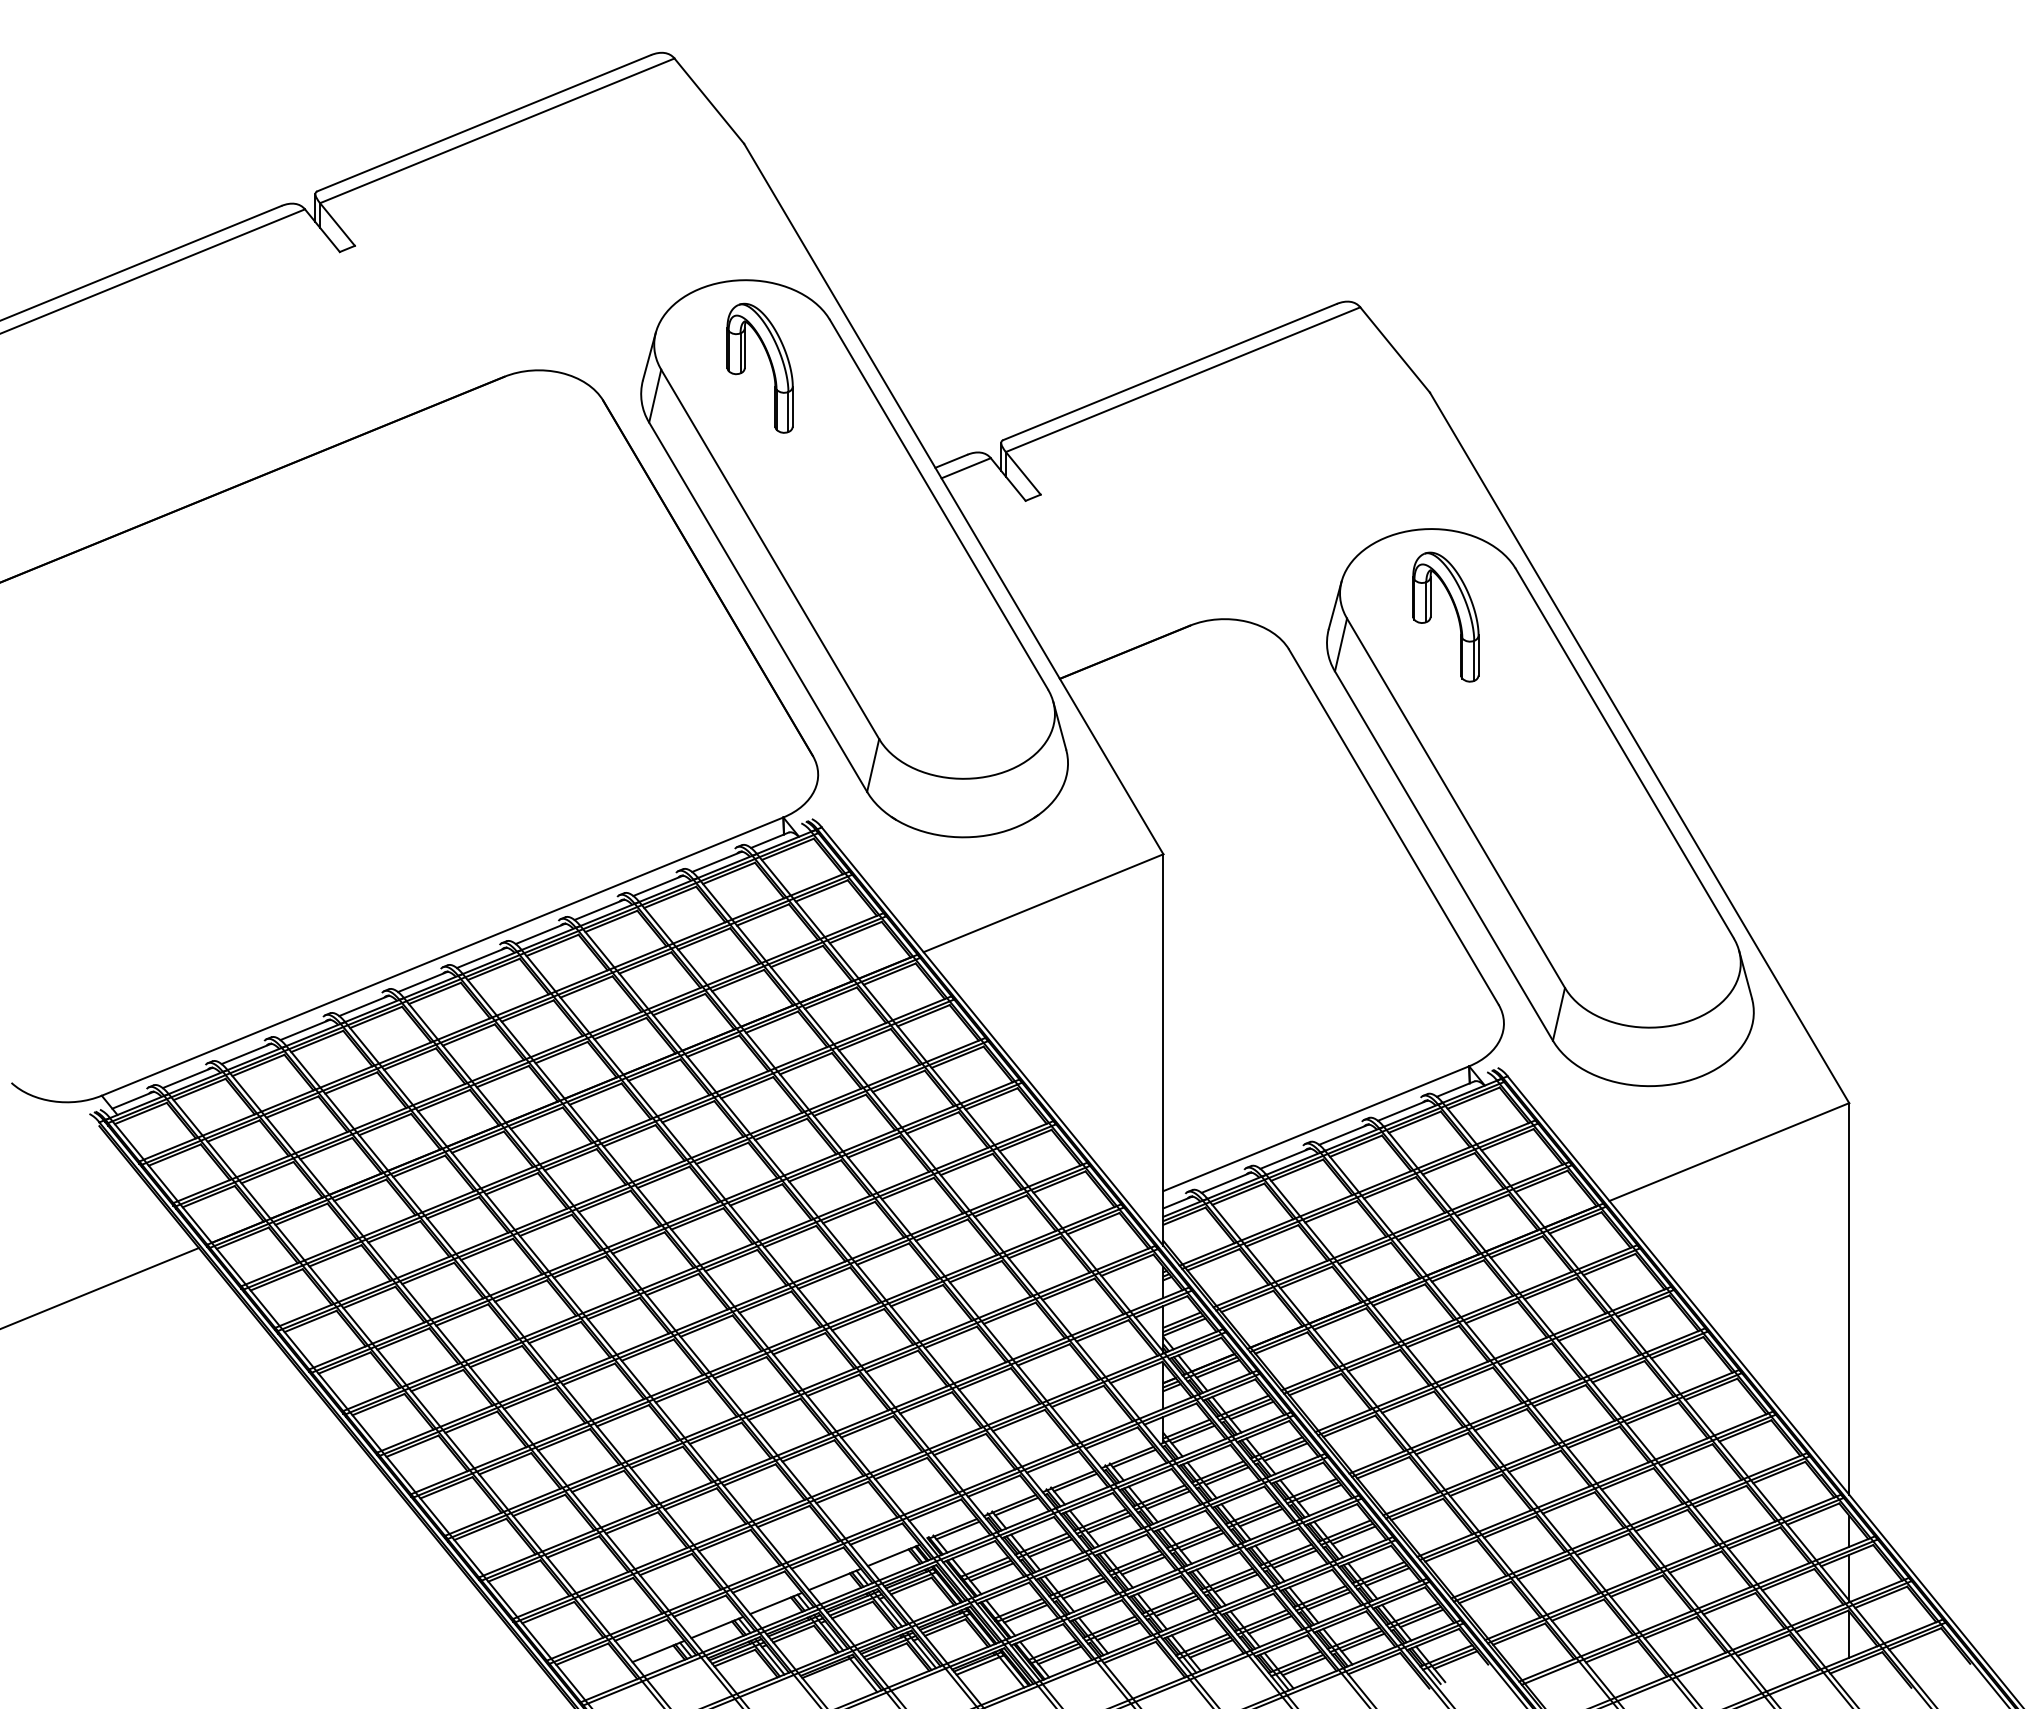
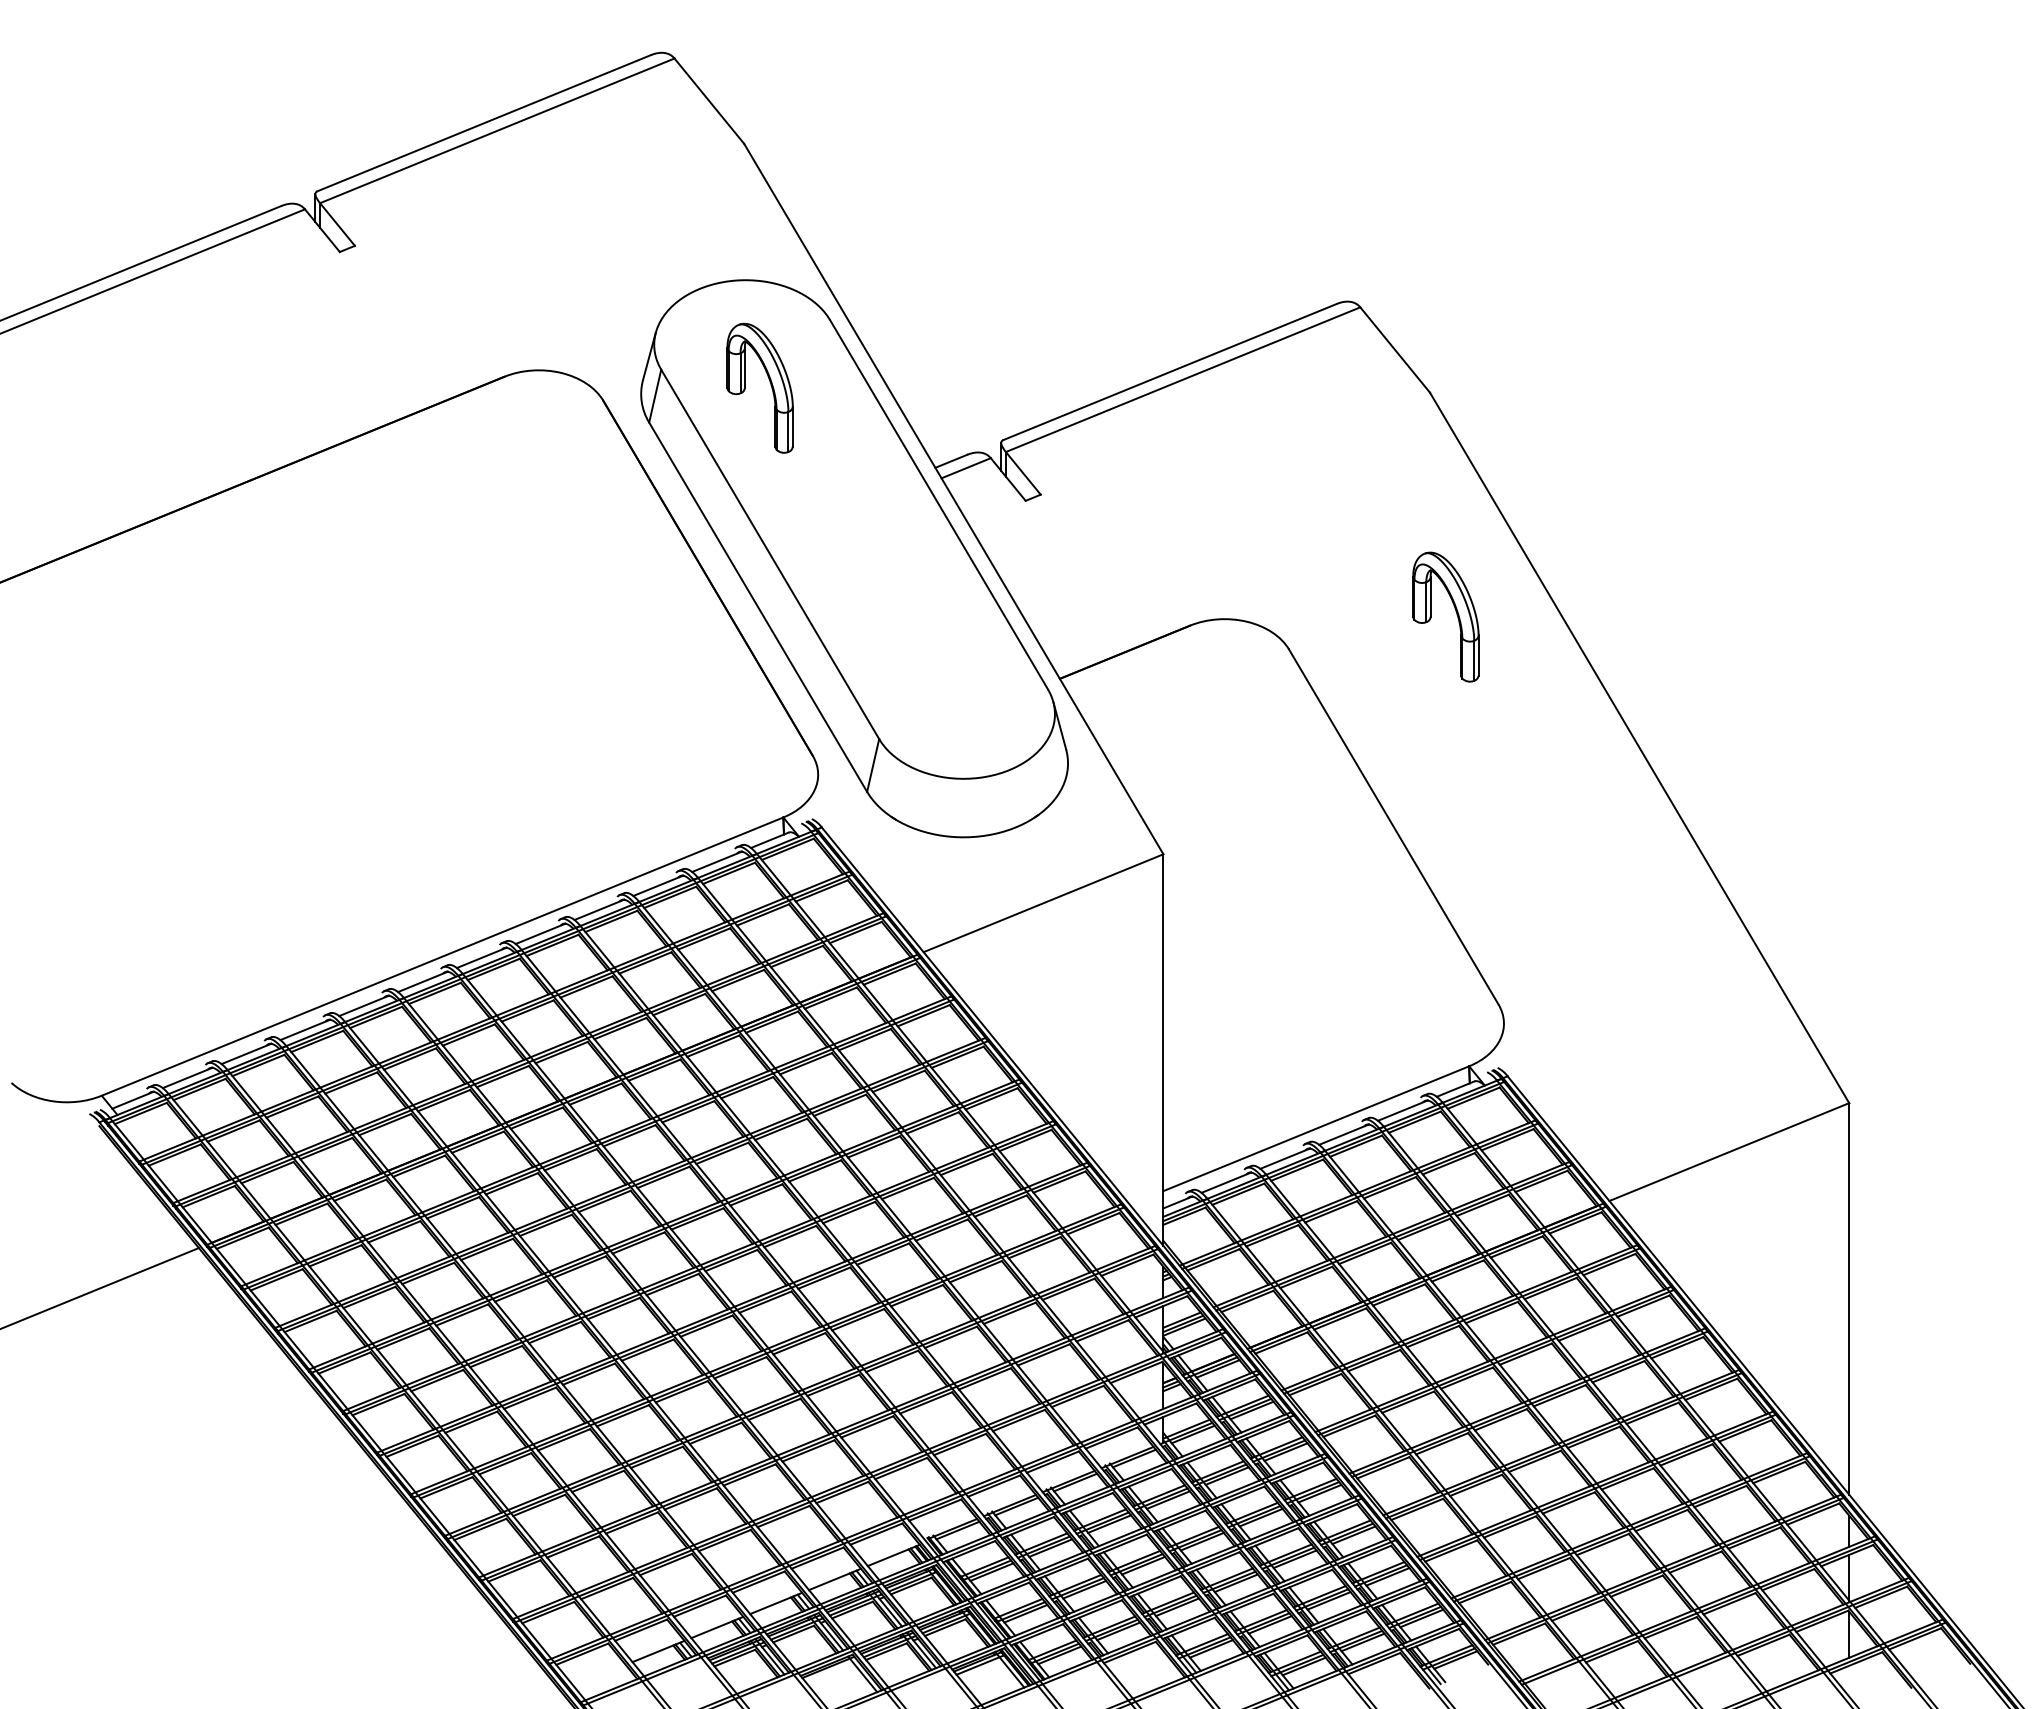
part at (769, 362) position: (769, 362) -> (769, 382)
part at (1540, 807): present -> none
